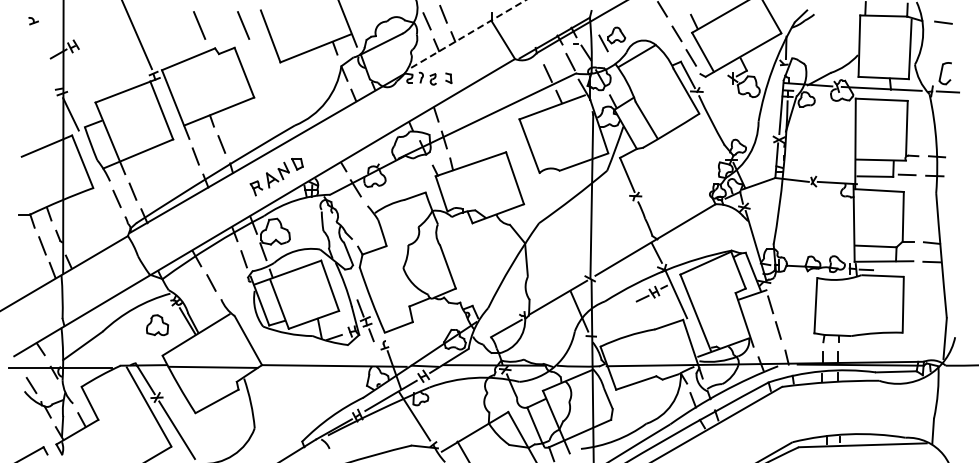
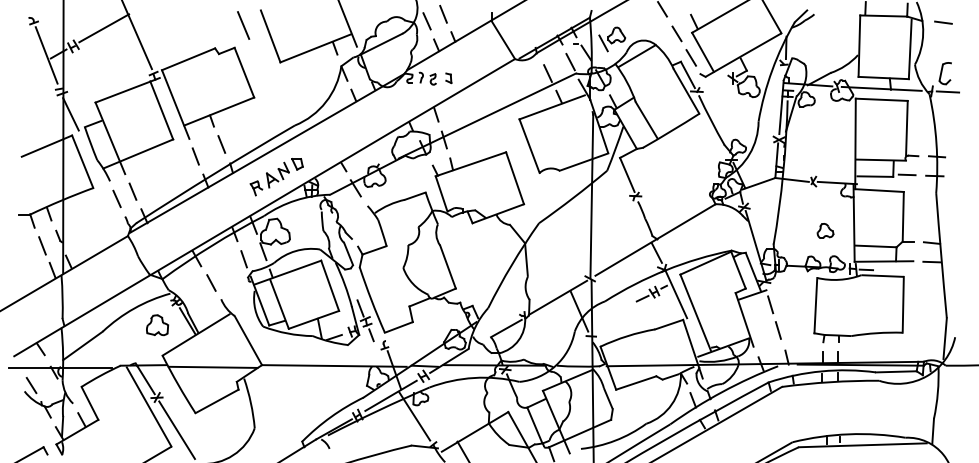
line at (199, 25): present -> none
line at (104, 28): none -> present
line at (466, 35): dashed -> solid
line at (46, 55): none -> present
part at (825, 230): none -> present
